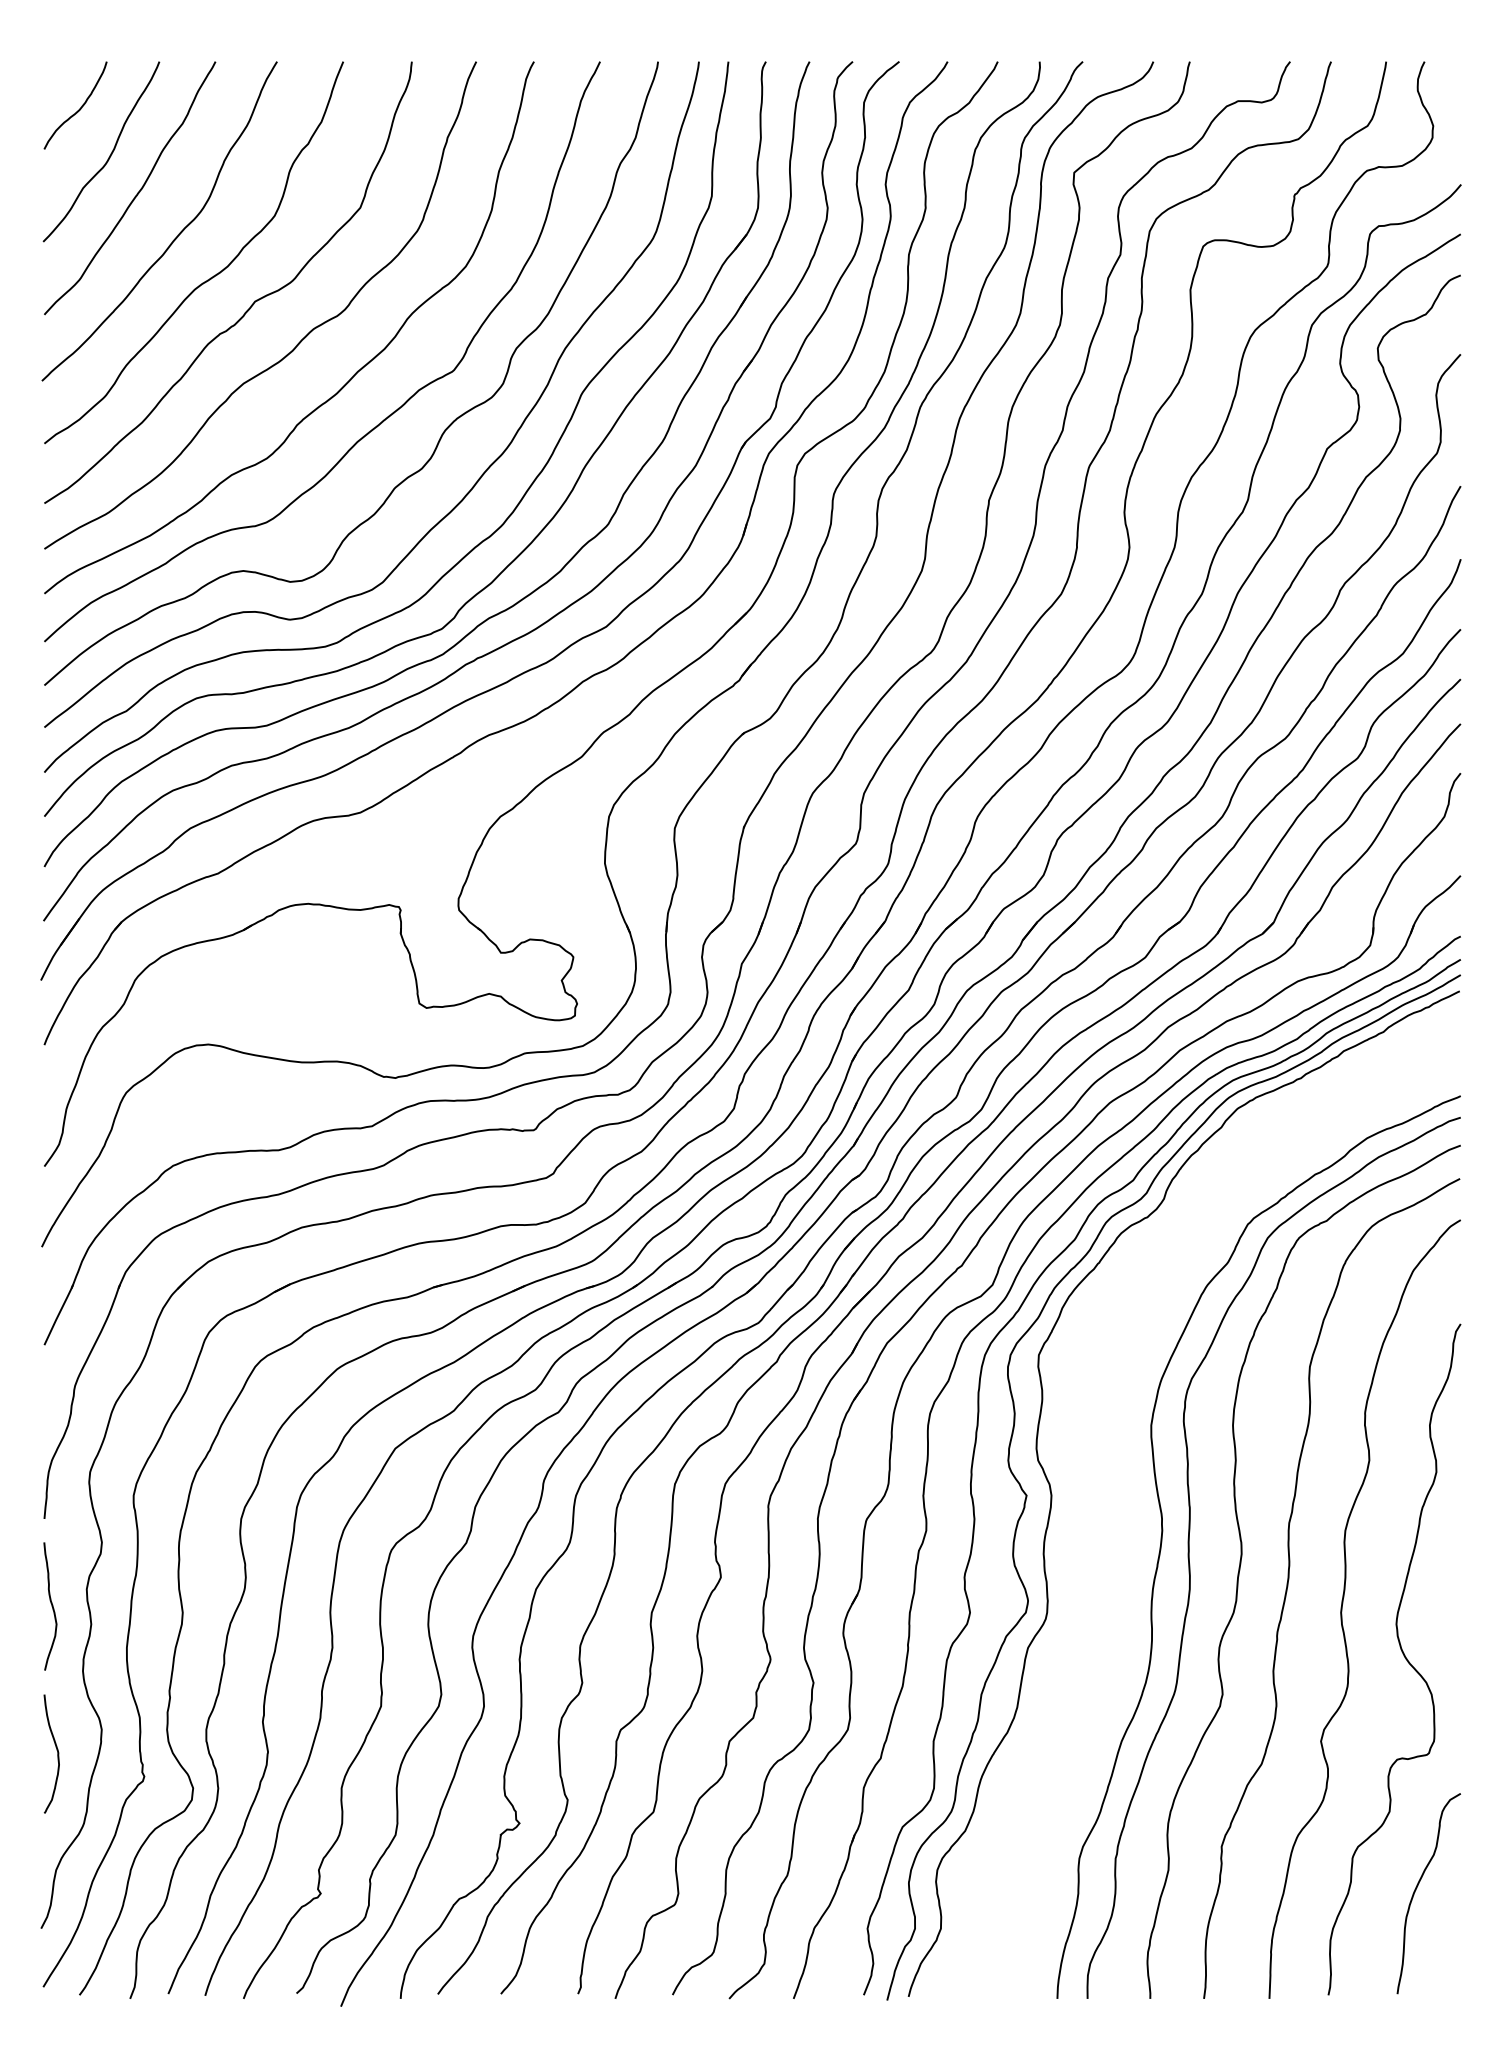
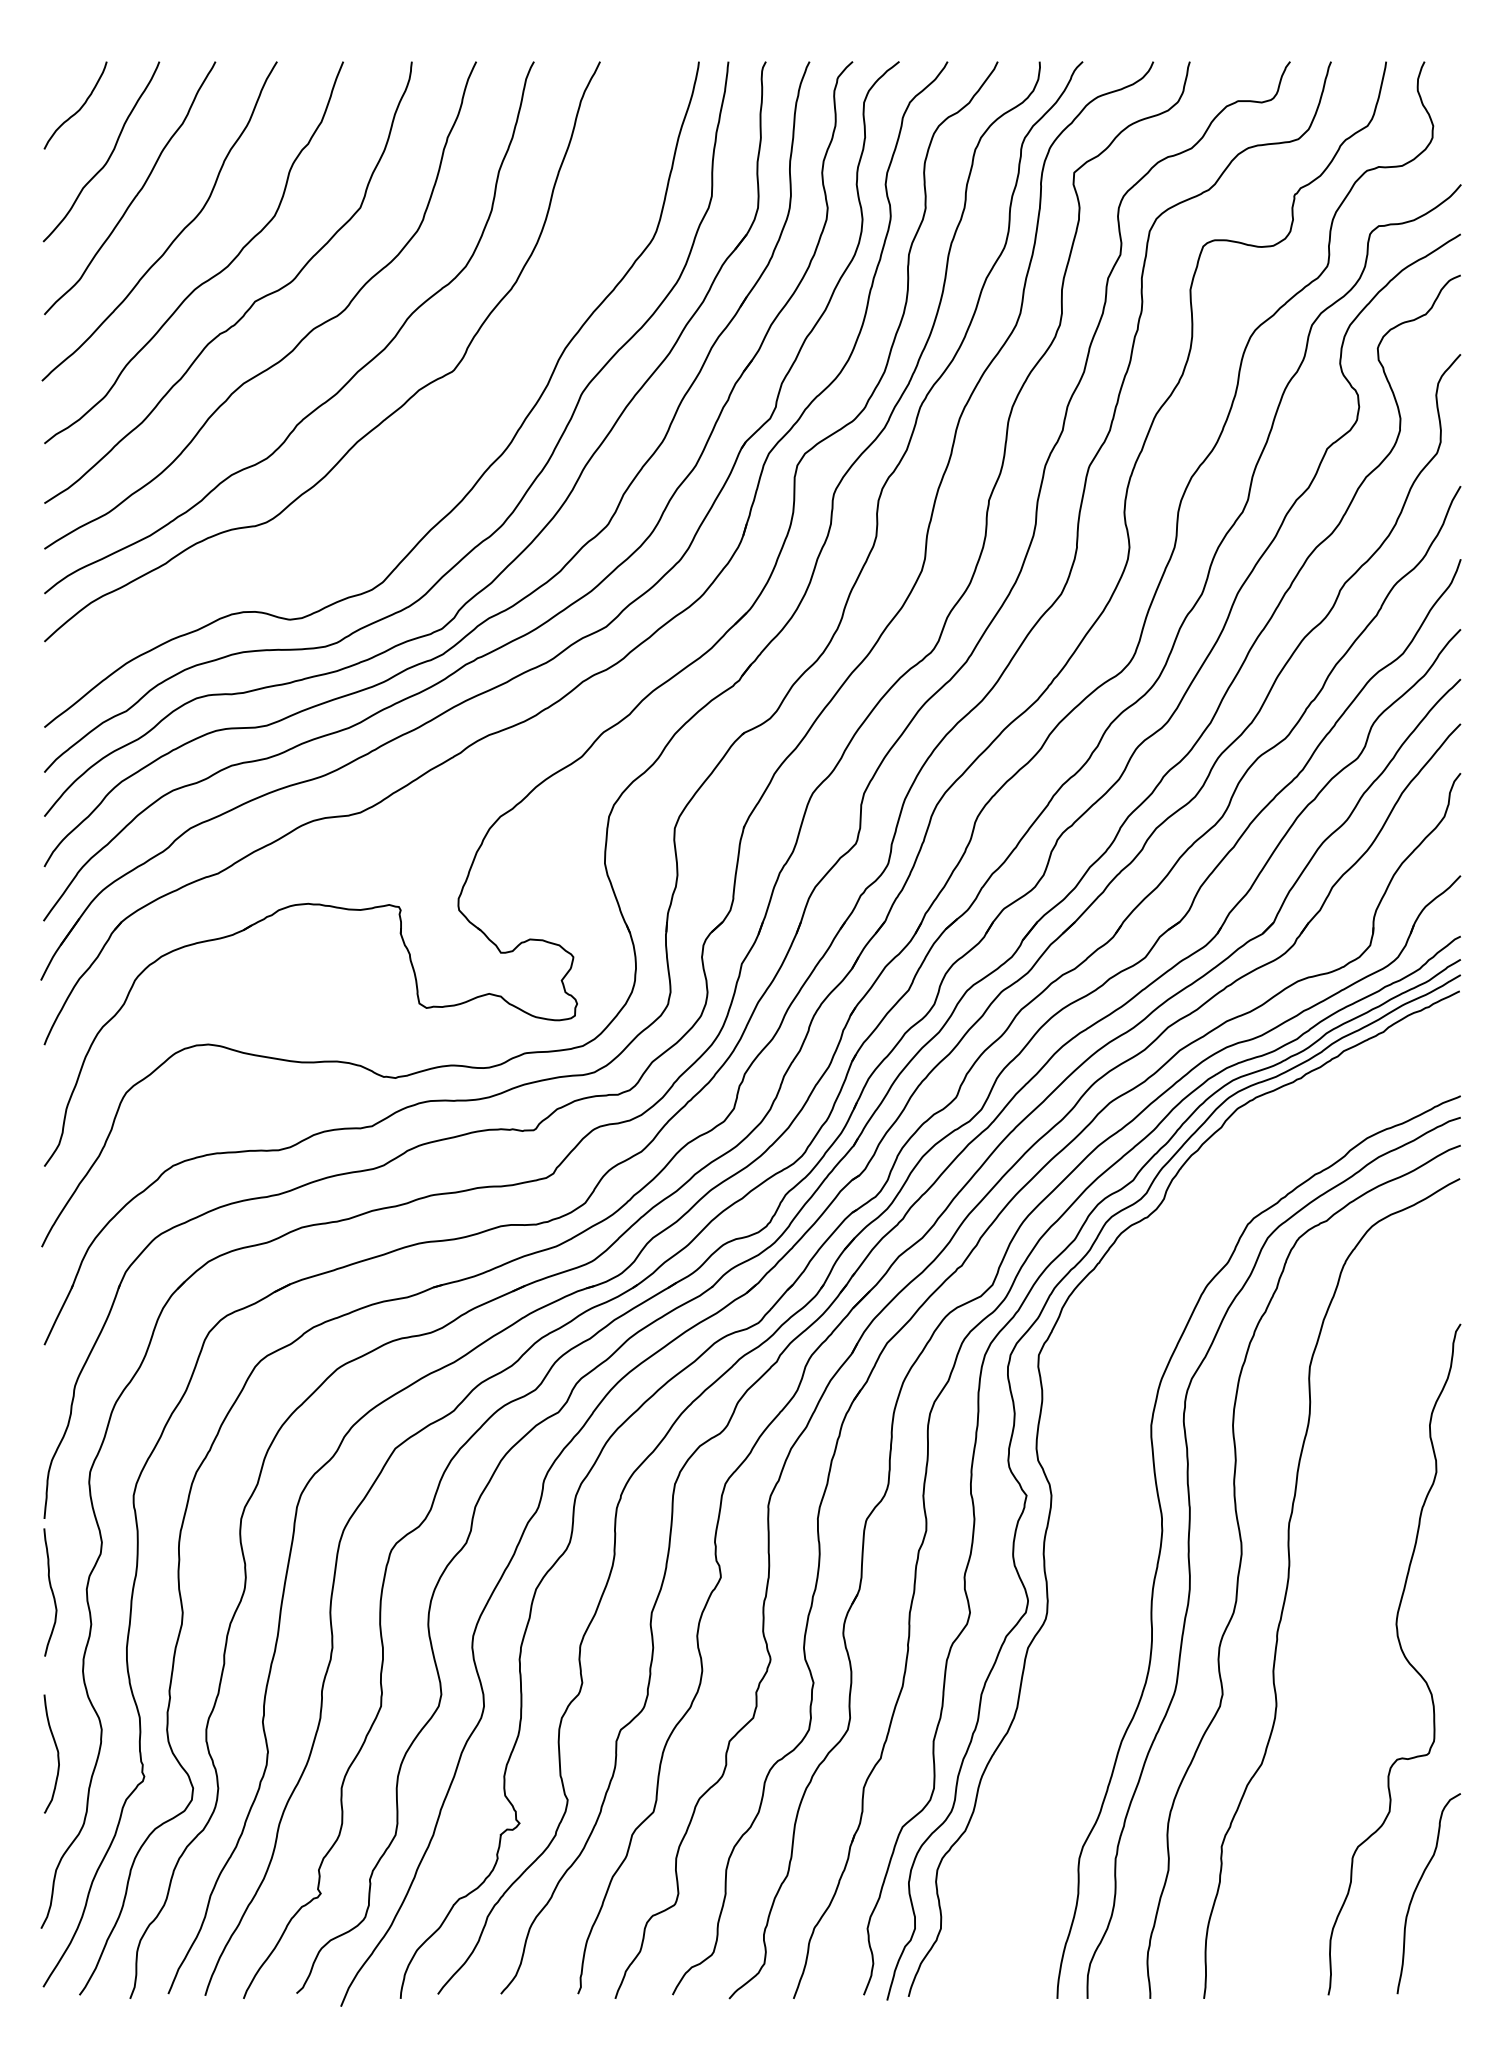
curve at (442, 432): present -> none
curve at (1343, 1603): present -> none
curve at (51, 1606) position: (51, 1606) -> (51, 1592)
